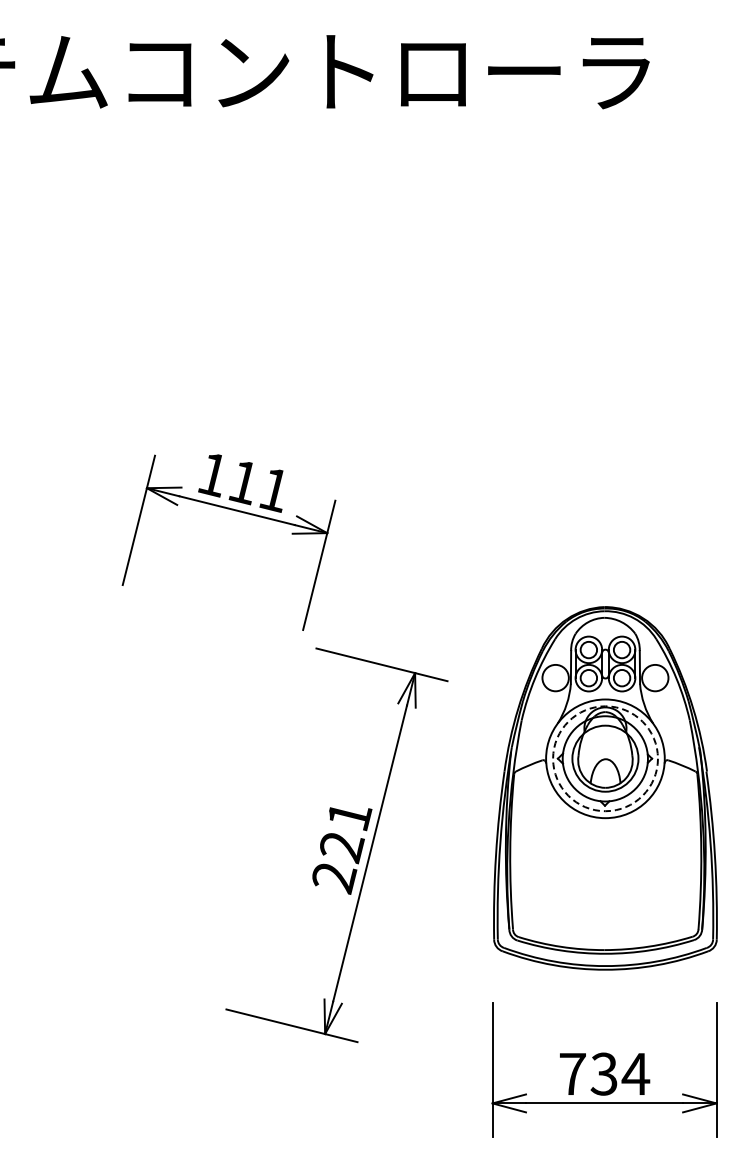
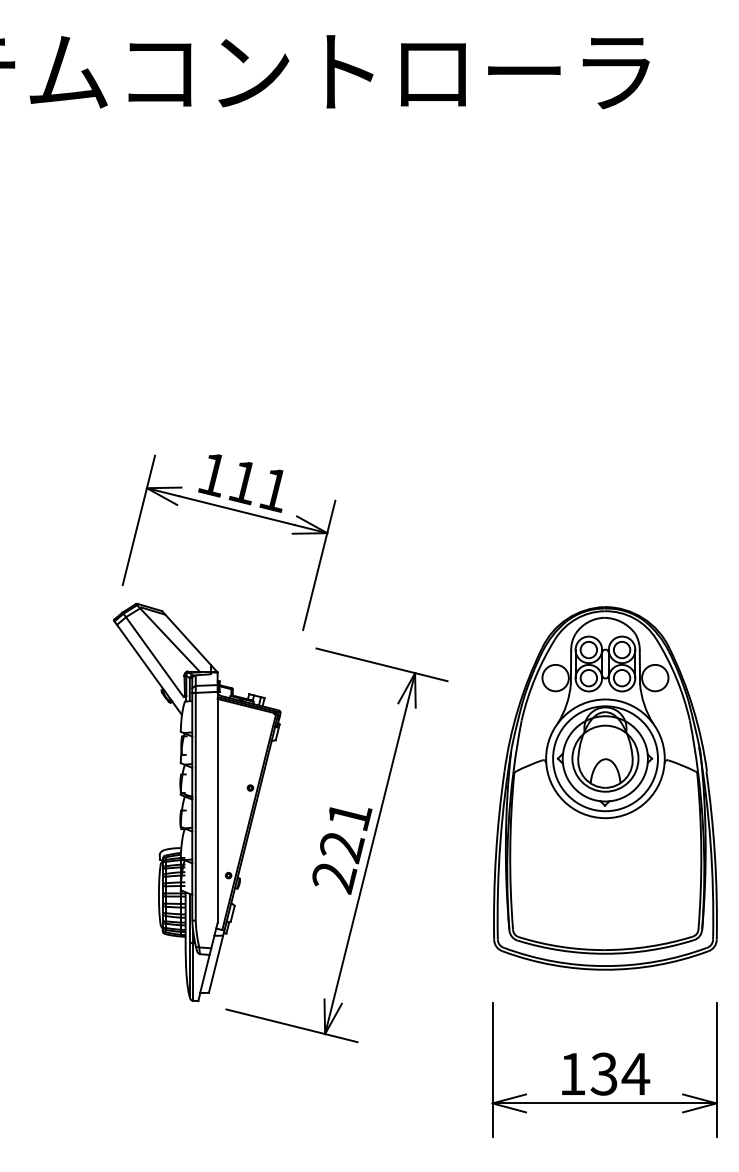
circle at (605, 758): dashed -> solid
part at (197, 802): none -> present
text at (572, 1073): 734 -> 134
